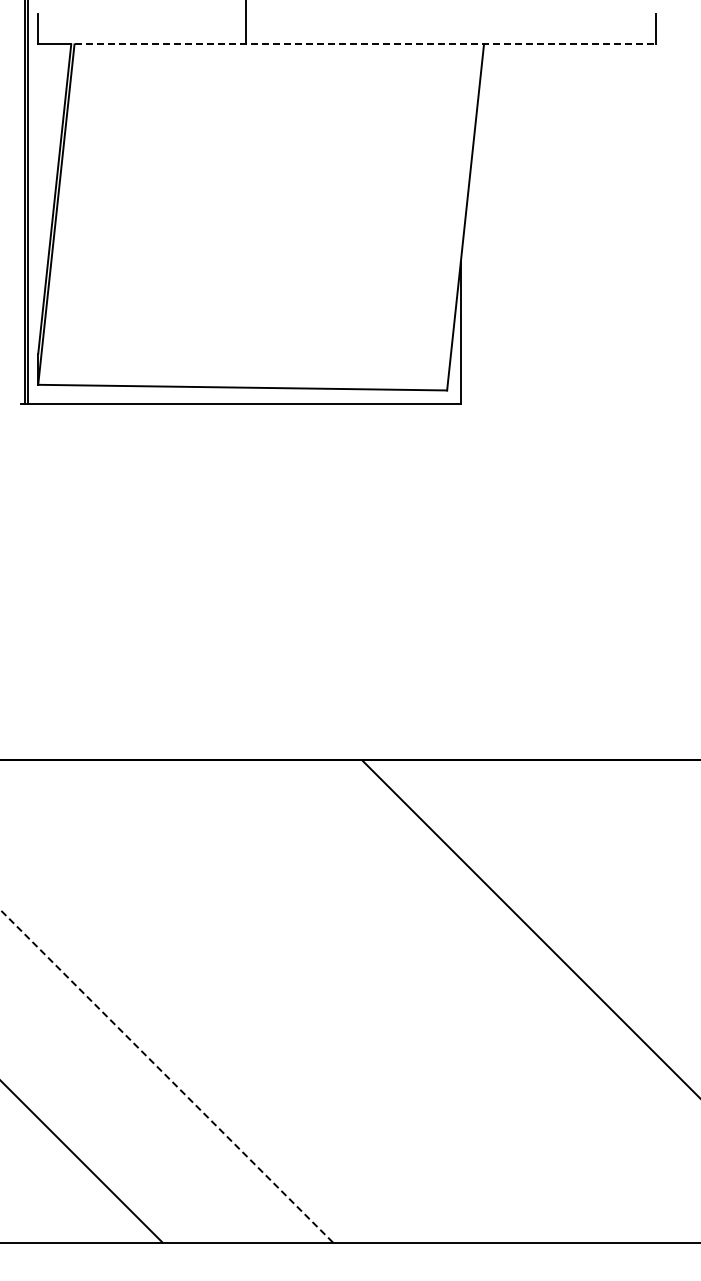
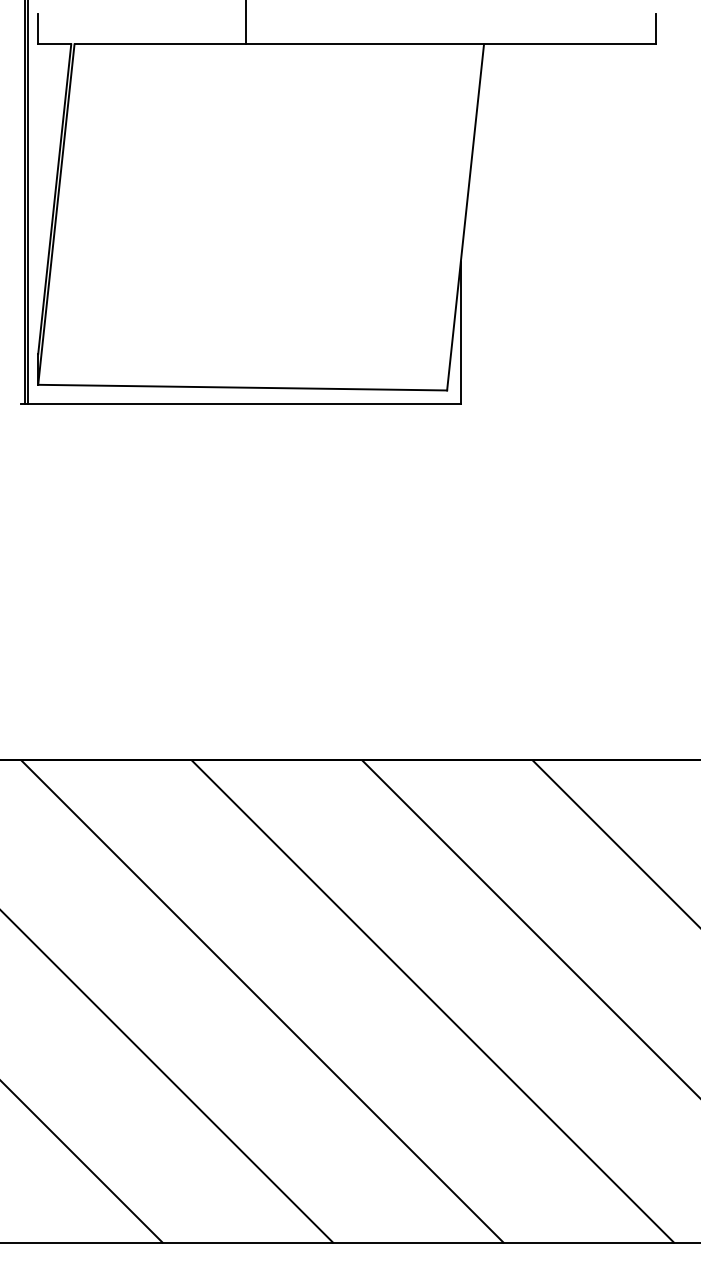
line at (365, 44): dashed -> solid
line at (614, 842): none -> present
line at (262, 1001): none -> present
line at (432, 1001): none -> present
line at (166, 1075): dashed -> solid
